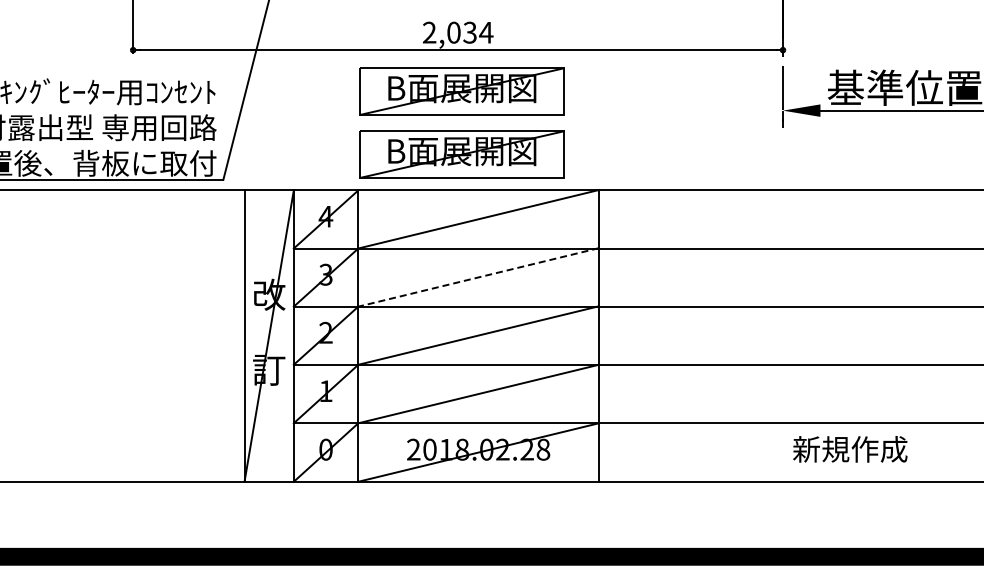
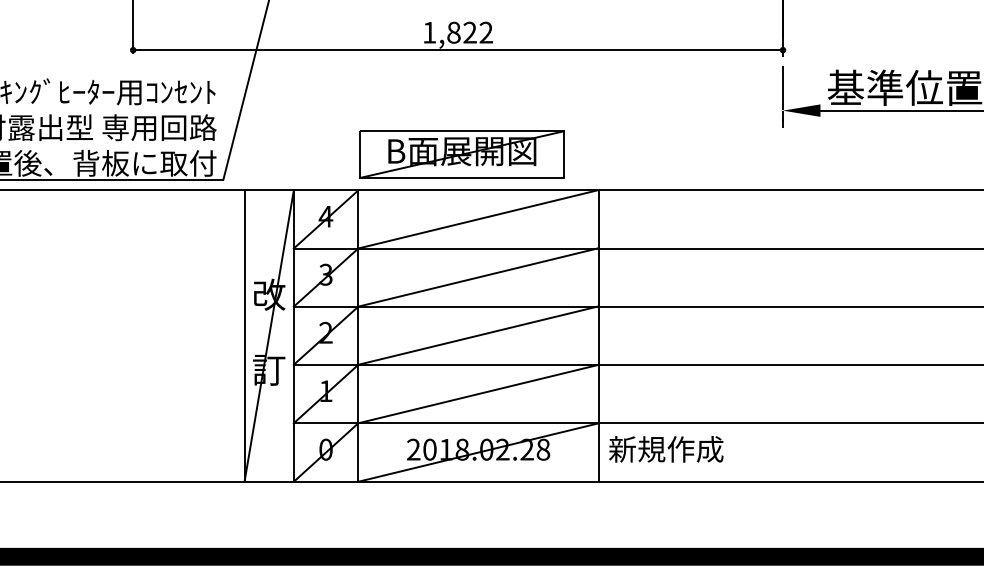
text at (458, 32): 2,034 -> 1,822
part at (461, 91): present -> none
line at (478, 277): dashed -> solid
text at (850, 449) position: (850, 449) -> (666, 449)
